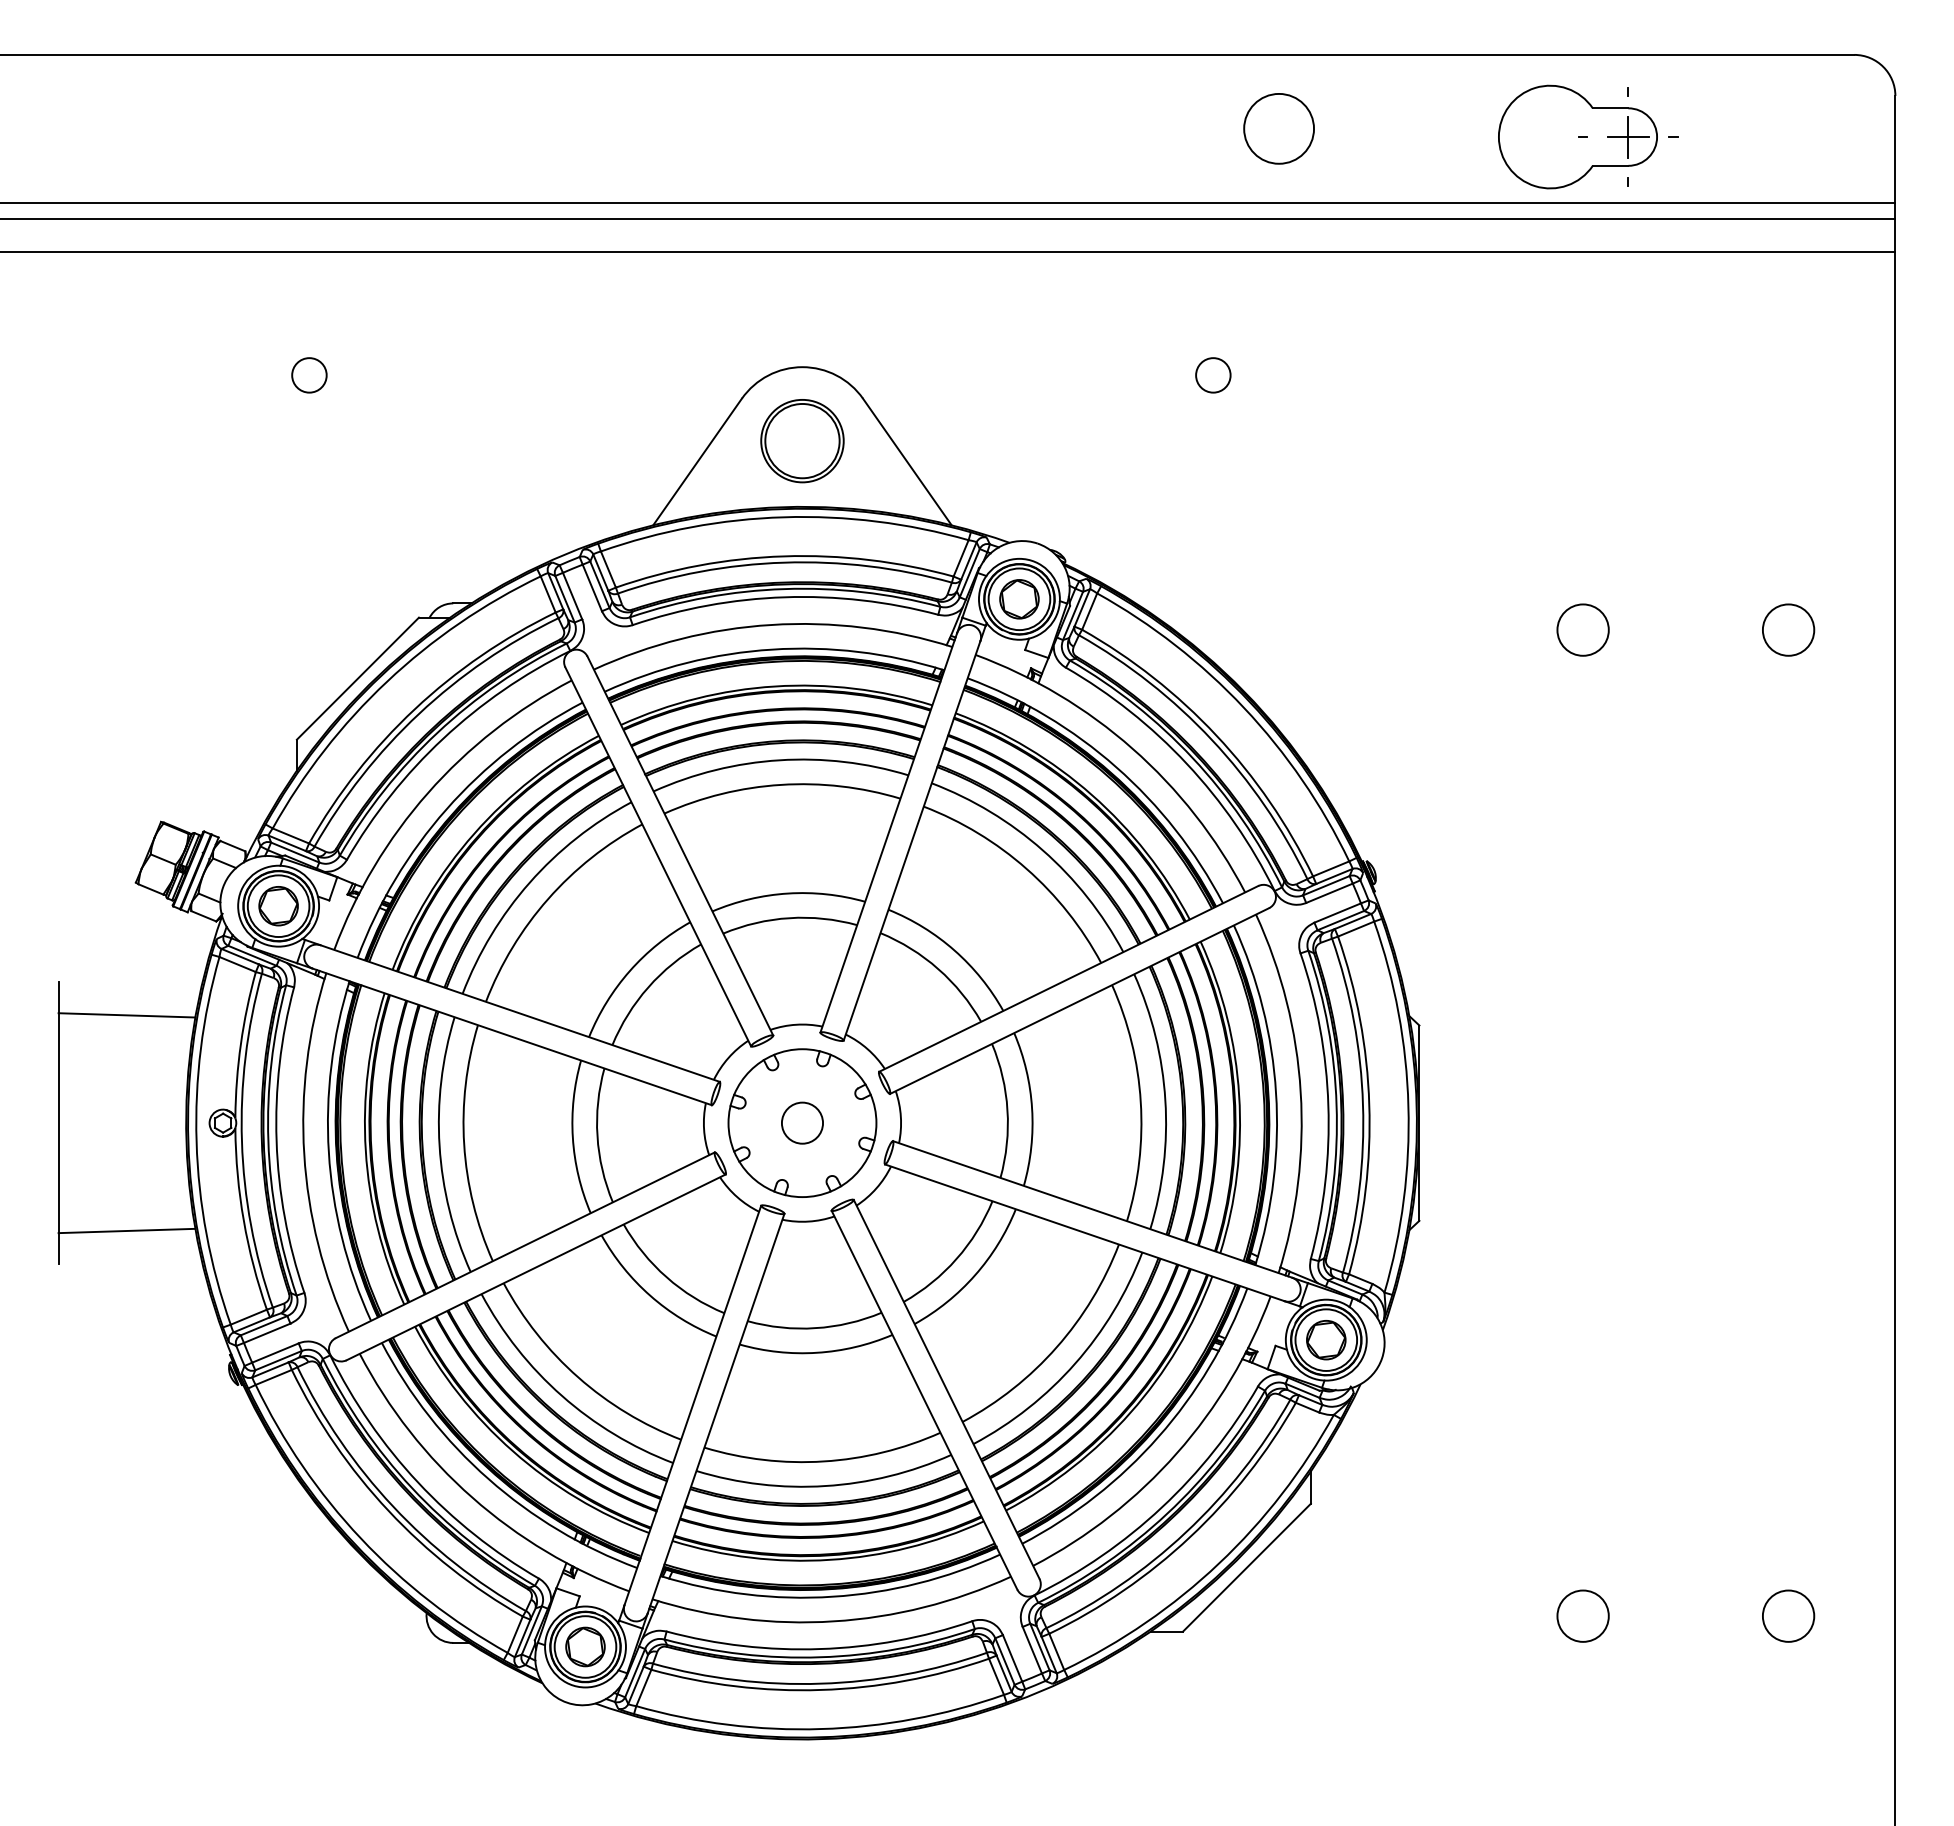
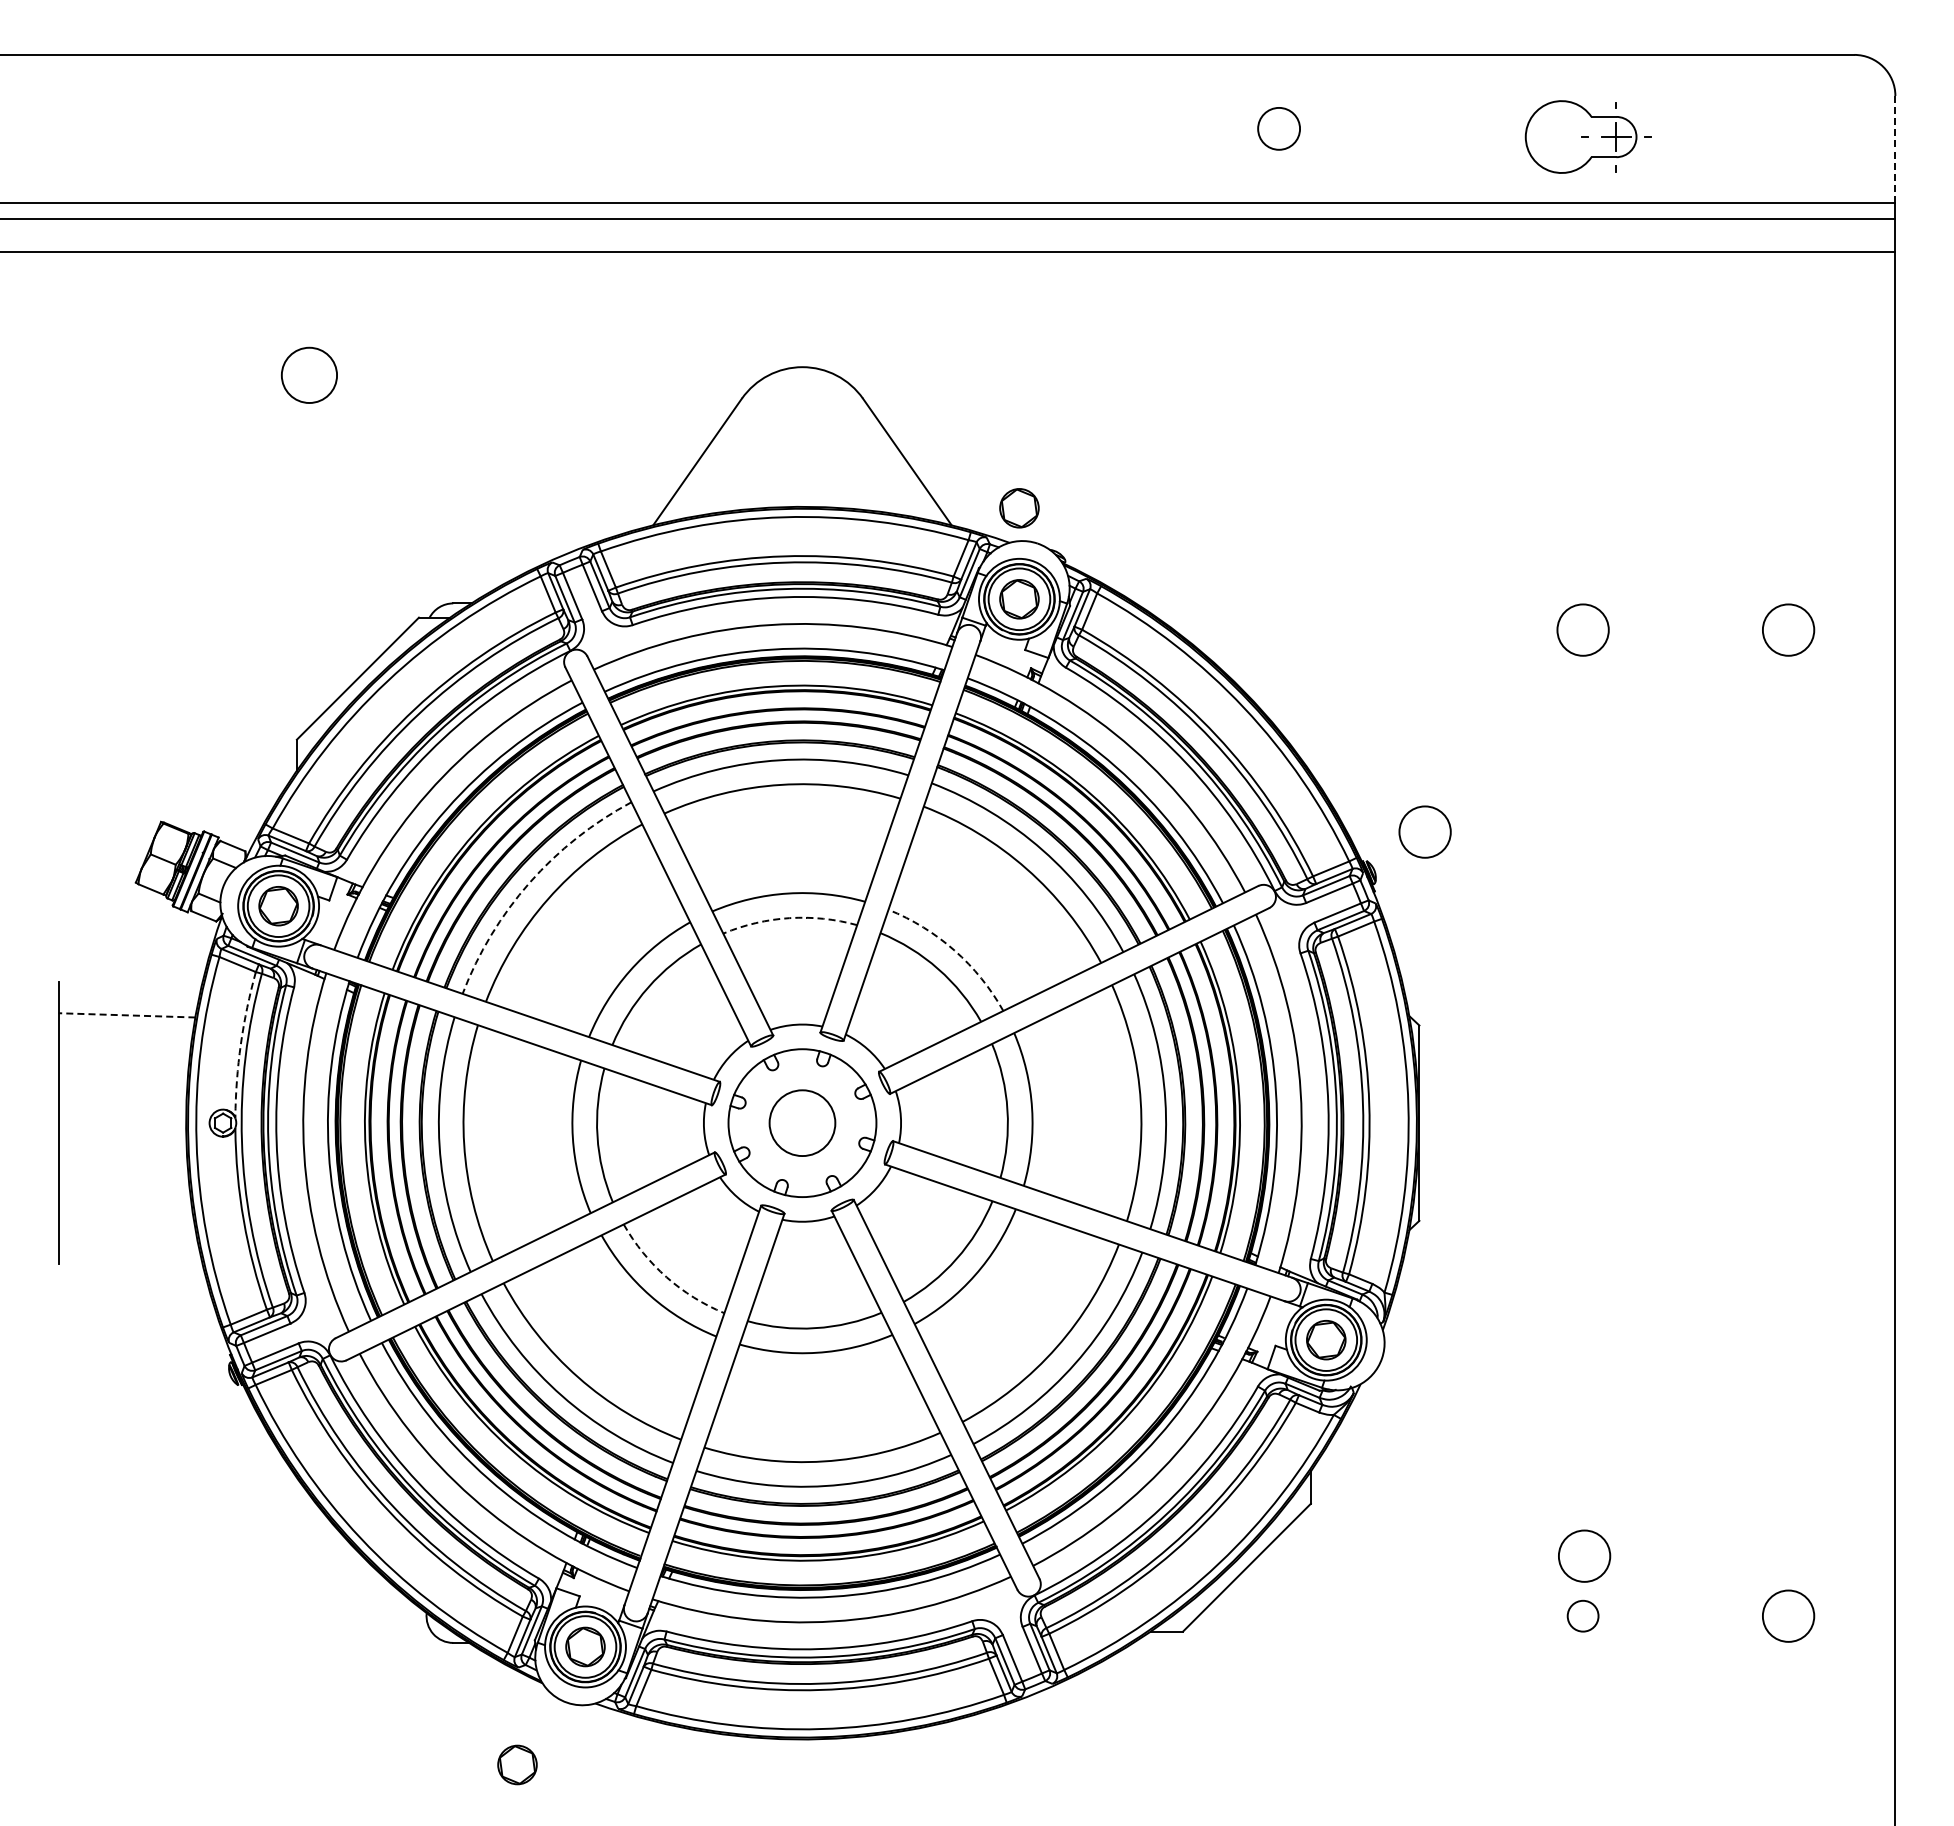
circle at (1279, 128) diameter: 70 px -> 42 px
part at (1588, 136) size: 181x106 px -> 128x74 px
line at (1895, 149): solid -> dashed
circle at (309, 375) diameter: 35 px -> 55 px
circle at (1213, 375): present -> none
part at (802, 441): present -> none
part at (1019, 508): none -> present
circle at (1424, 831): none -> present
arc at (529, 882): solid -> dashed
arc at (789, 918): solid -> dashed
arc at (954, 950): solid -> dashed
line at (126, 1015): solid -> dashed
arc at (240, 1044): solid -> dashed
circle at (802, 1122) diameter: 41 px -> 66 px
line at (126, 1230): present -> none
arc at (666, 1277): solid -> dashed
circle at (1584, 1555): none -> present
circle at (1582, 1615) diameter: 51 px -> 31 px
part at (517, 1764): none -> present
